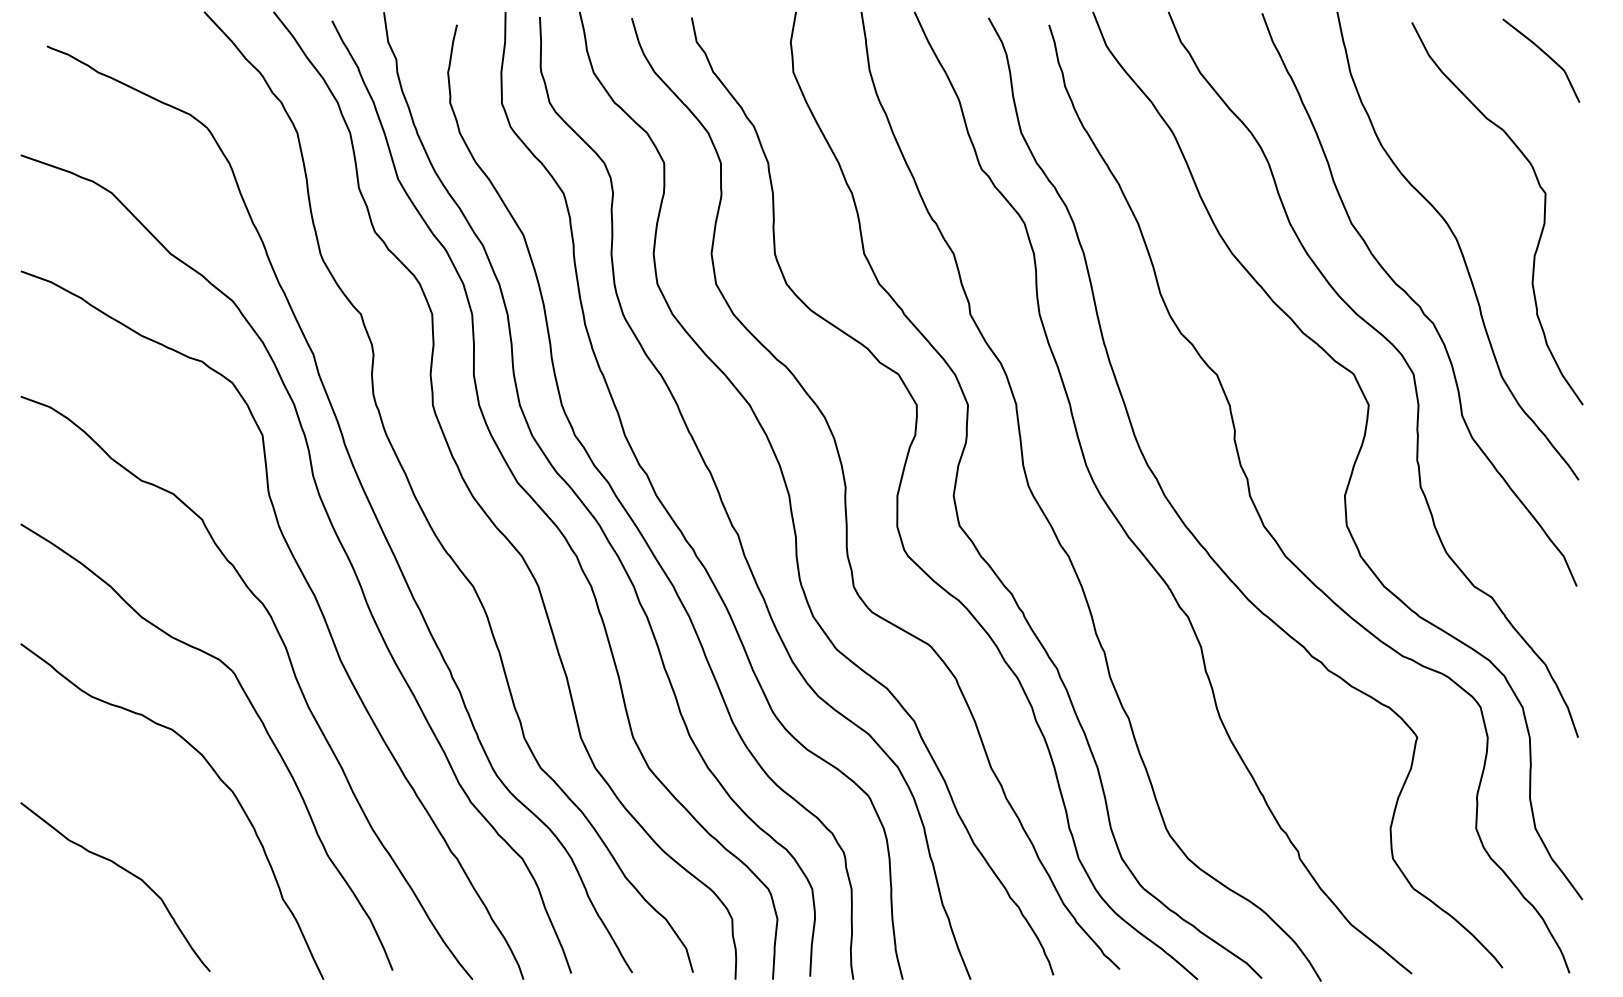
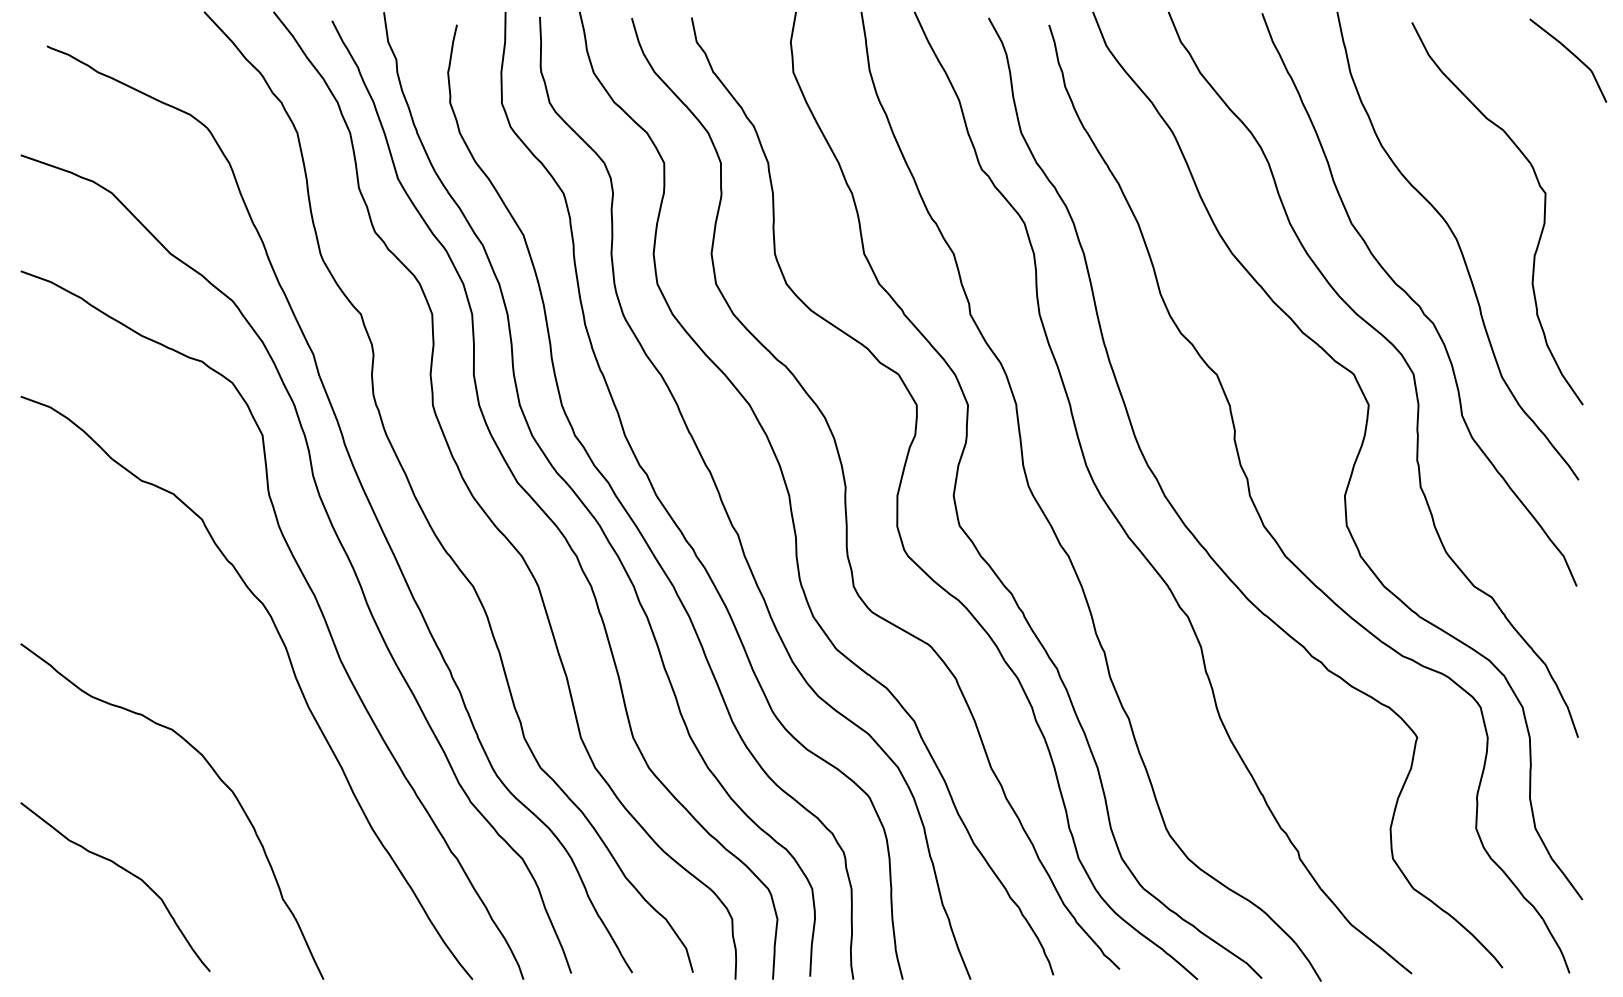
curve at (1546, 55) position: (1546, 55) -> (1573, 55)
curve at (258, 718): present -> none
